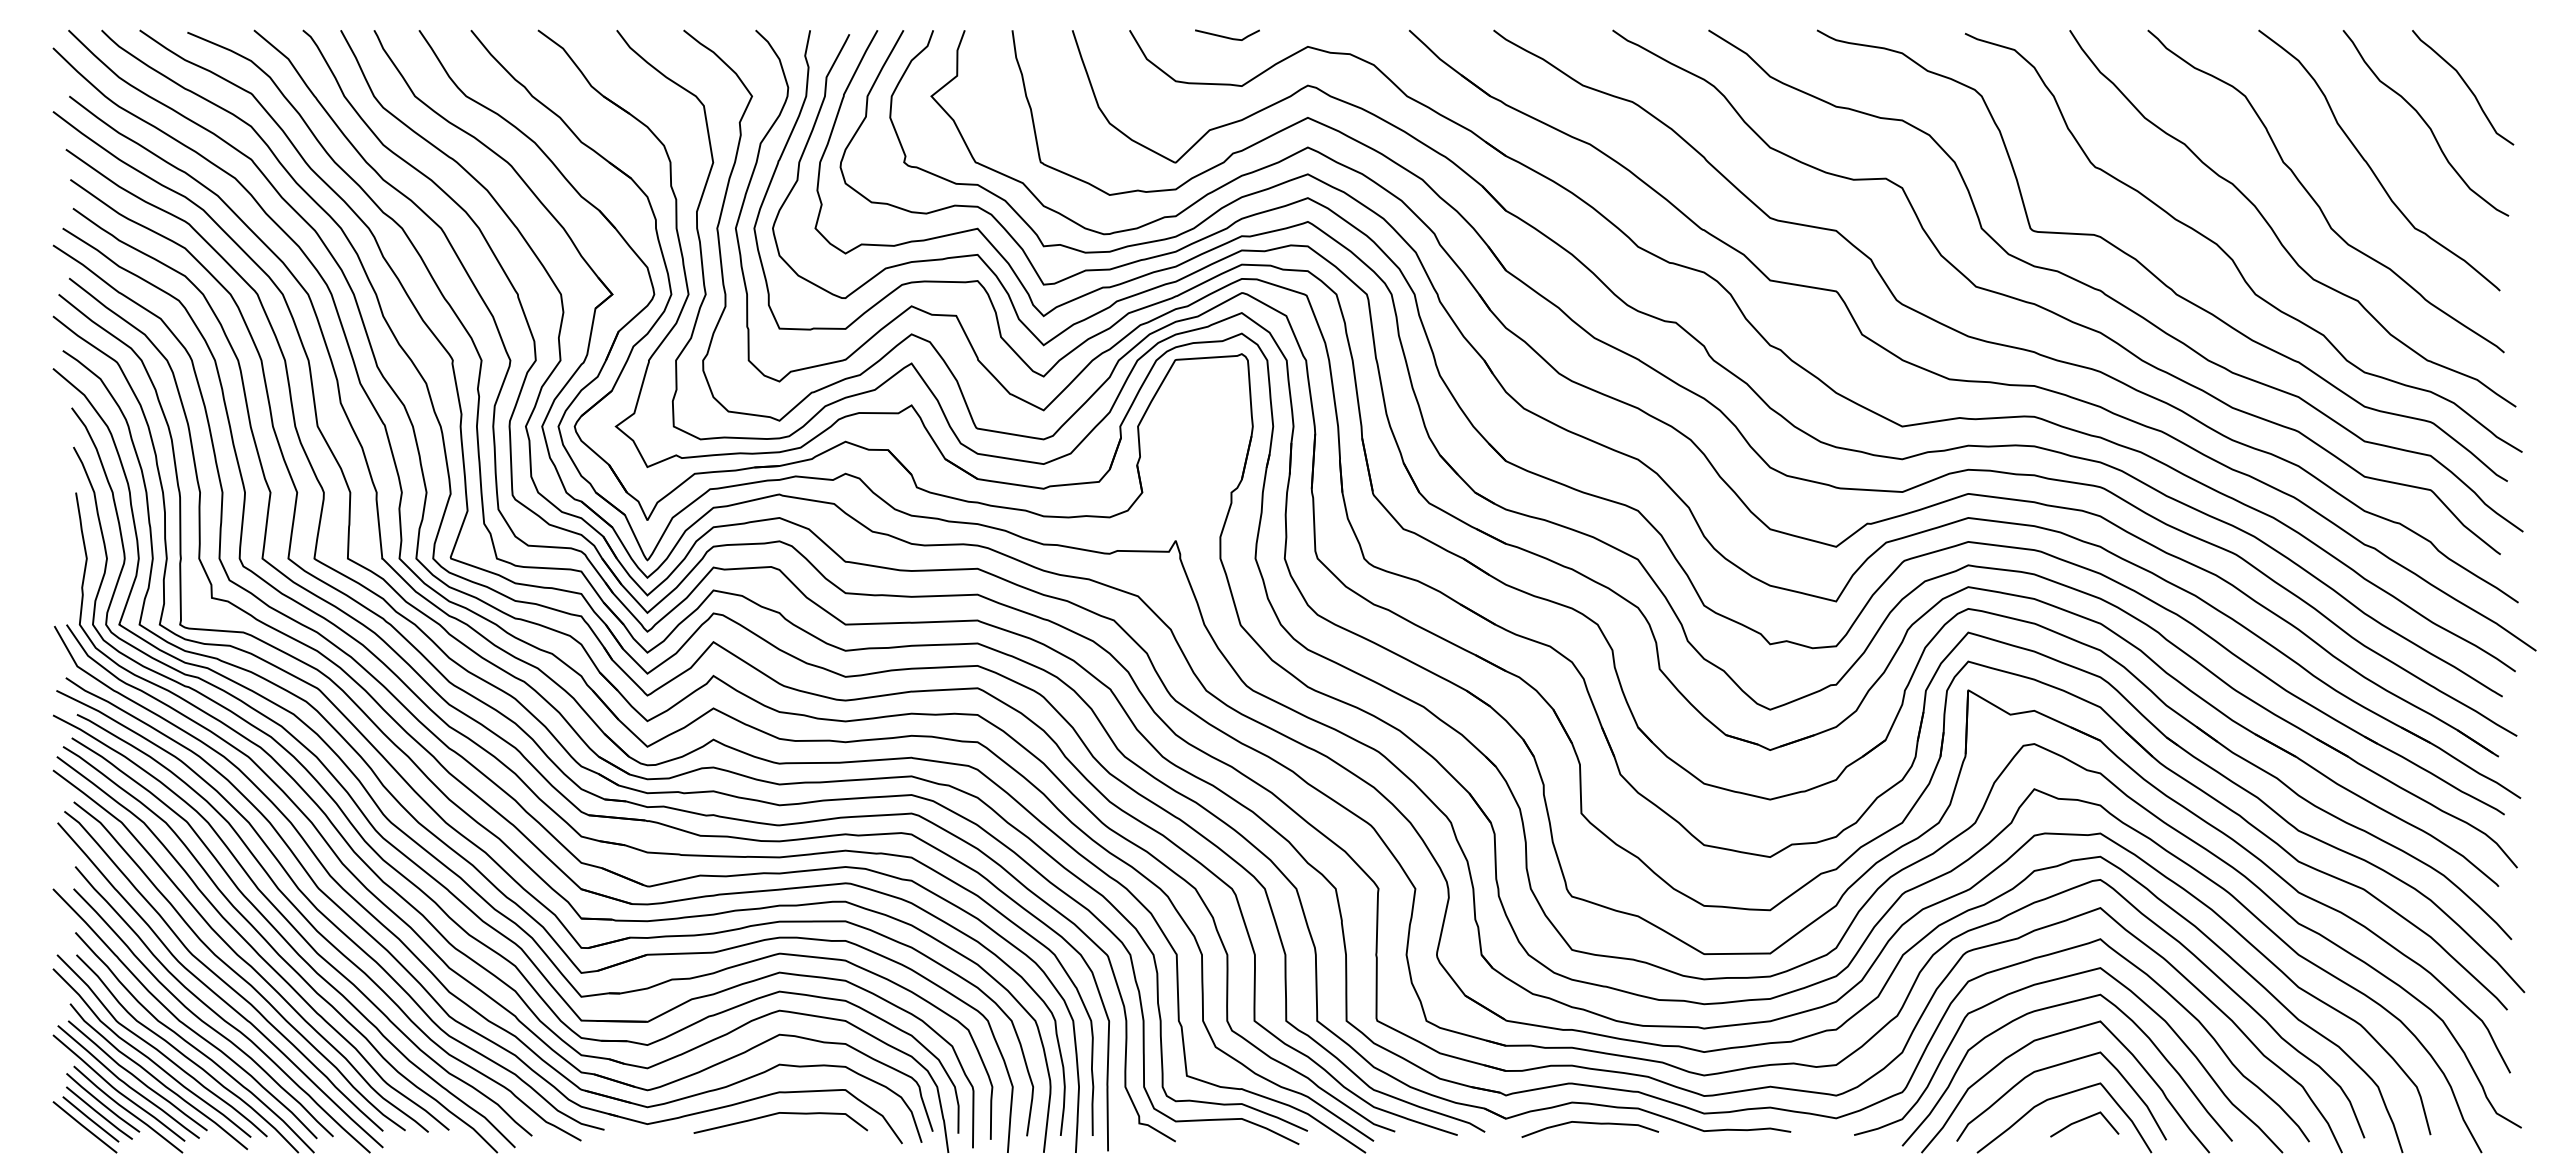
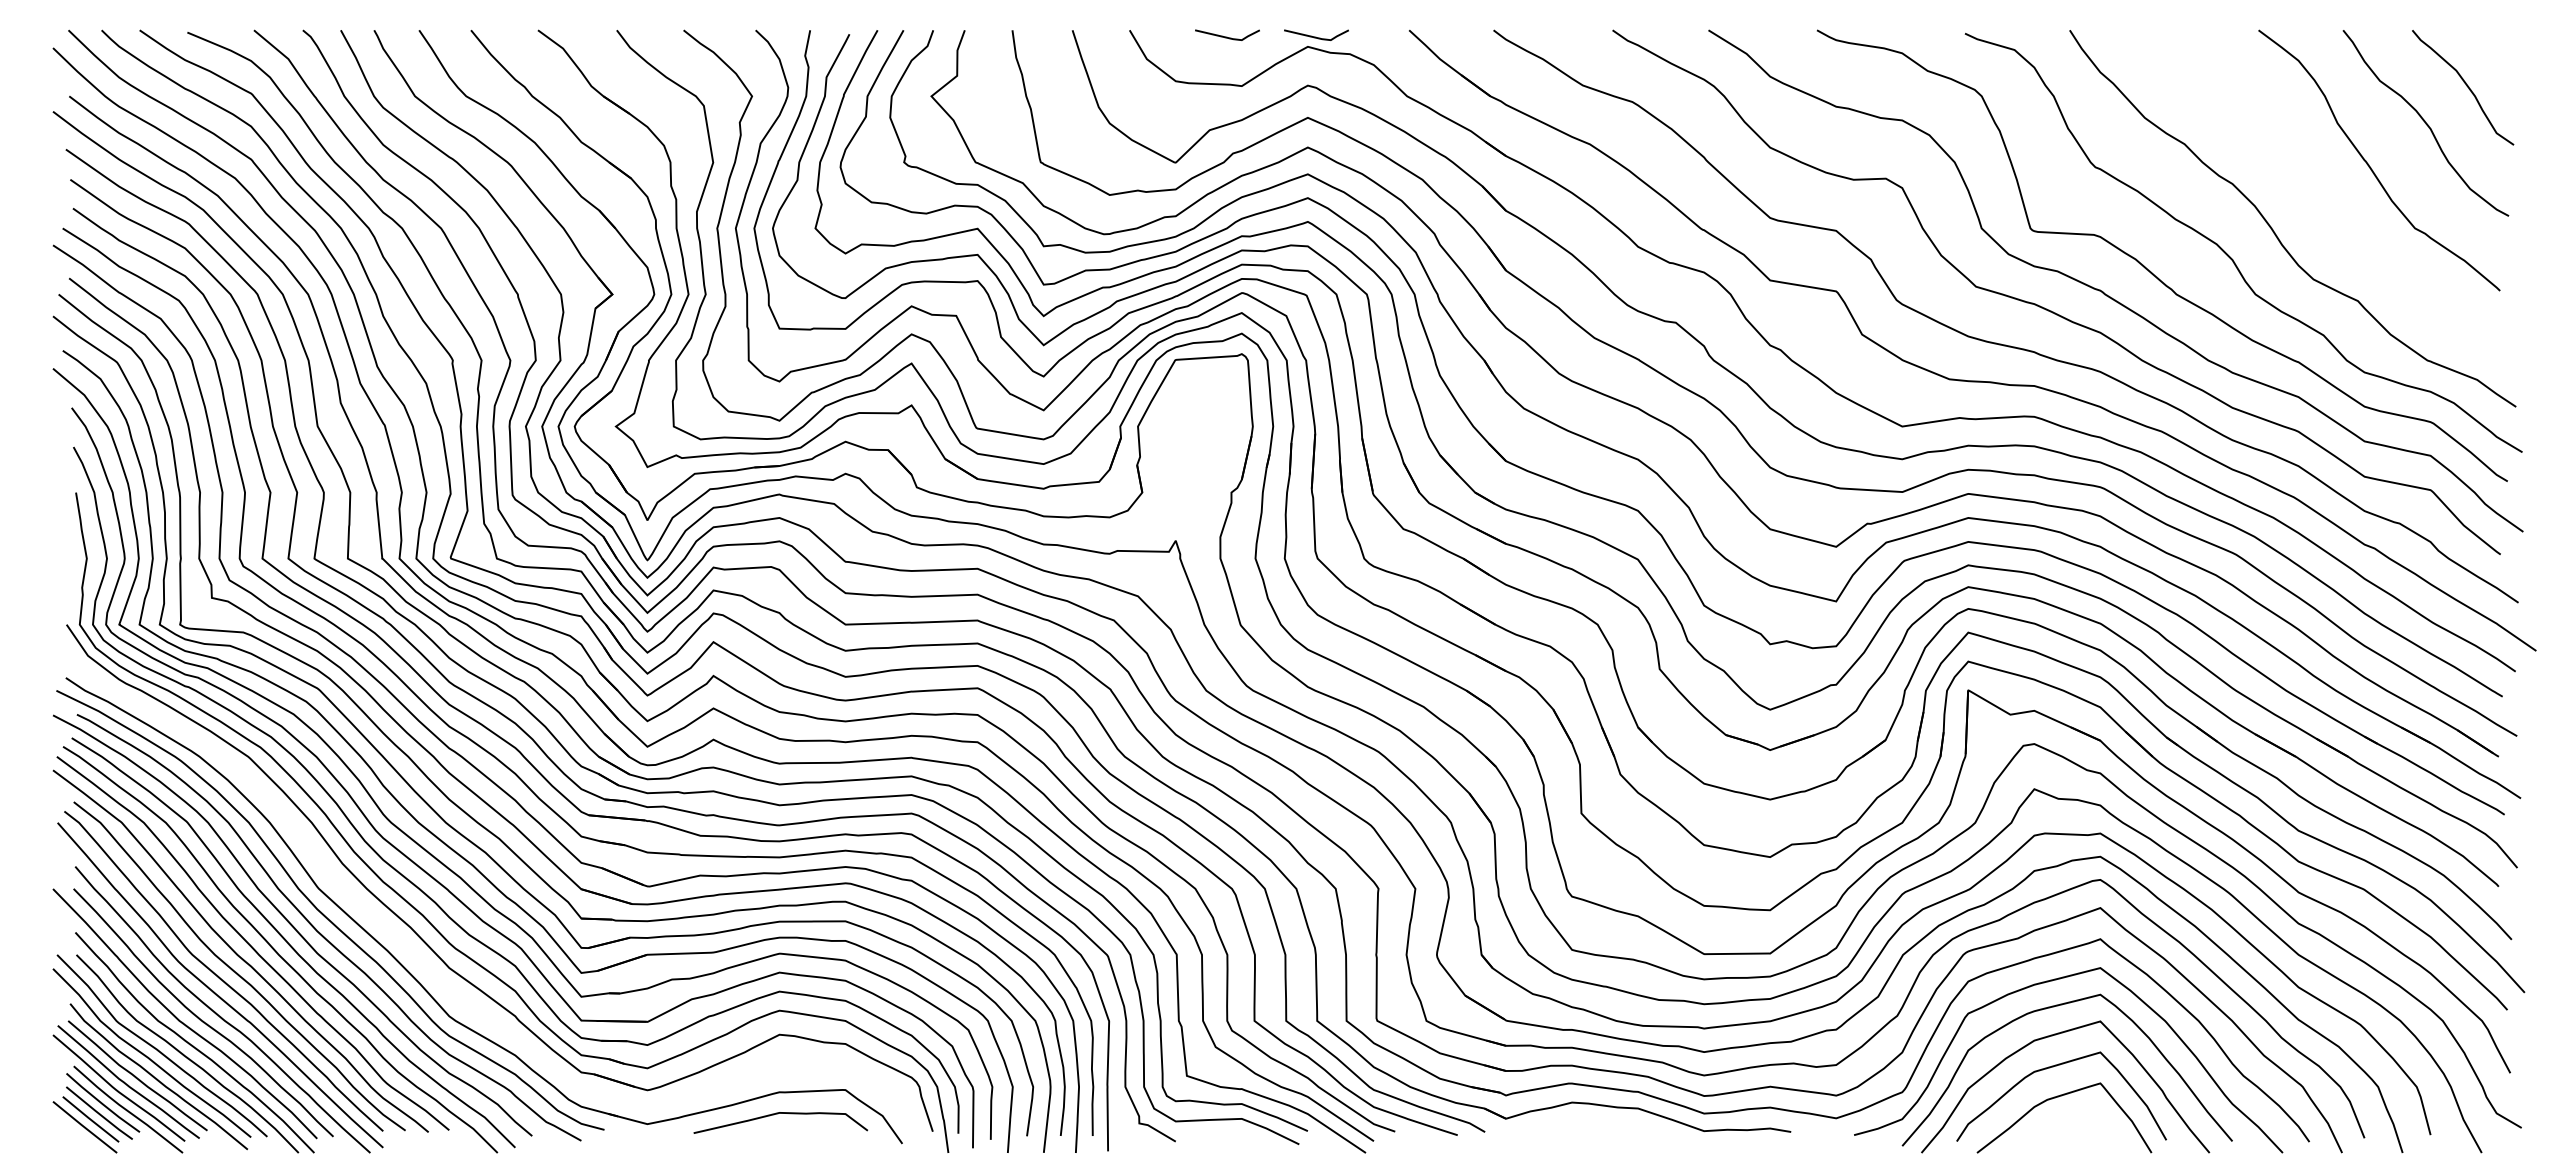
line at (1316, 36): none -> present
curve at (2315, 200): present -> none
part at (416, 955): present -> none
line at (2083, 1120): present -> none
curve at (1593, 1124): present -> none
